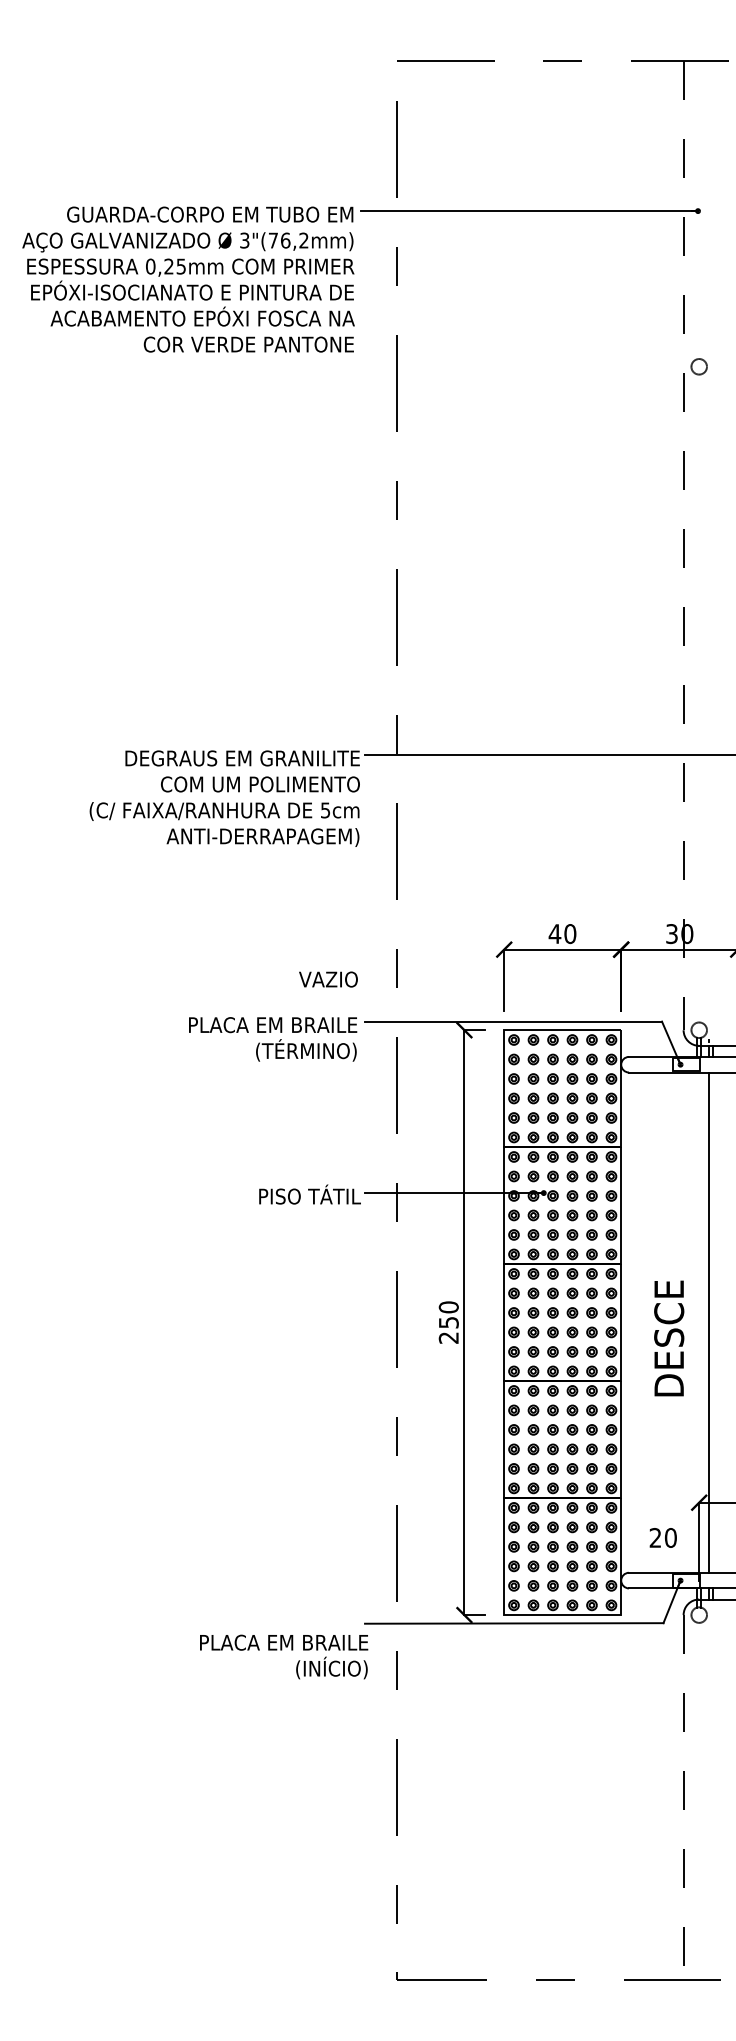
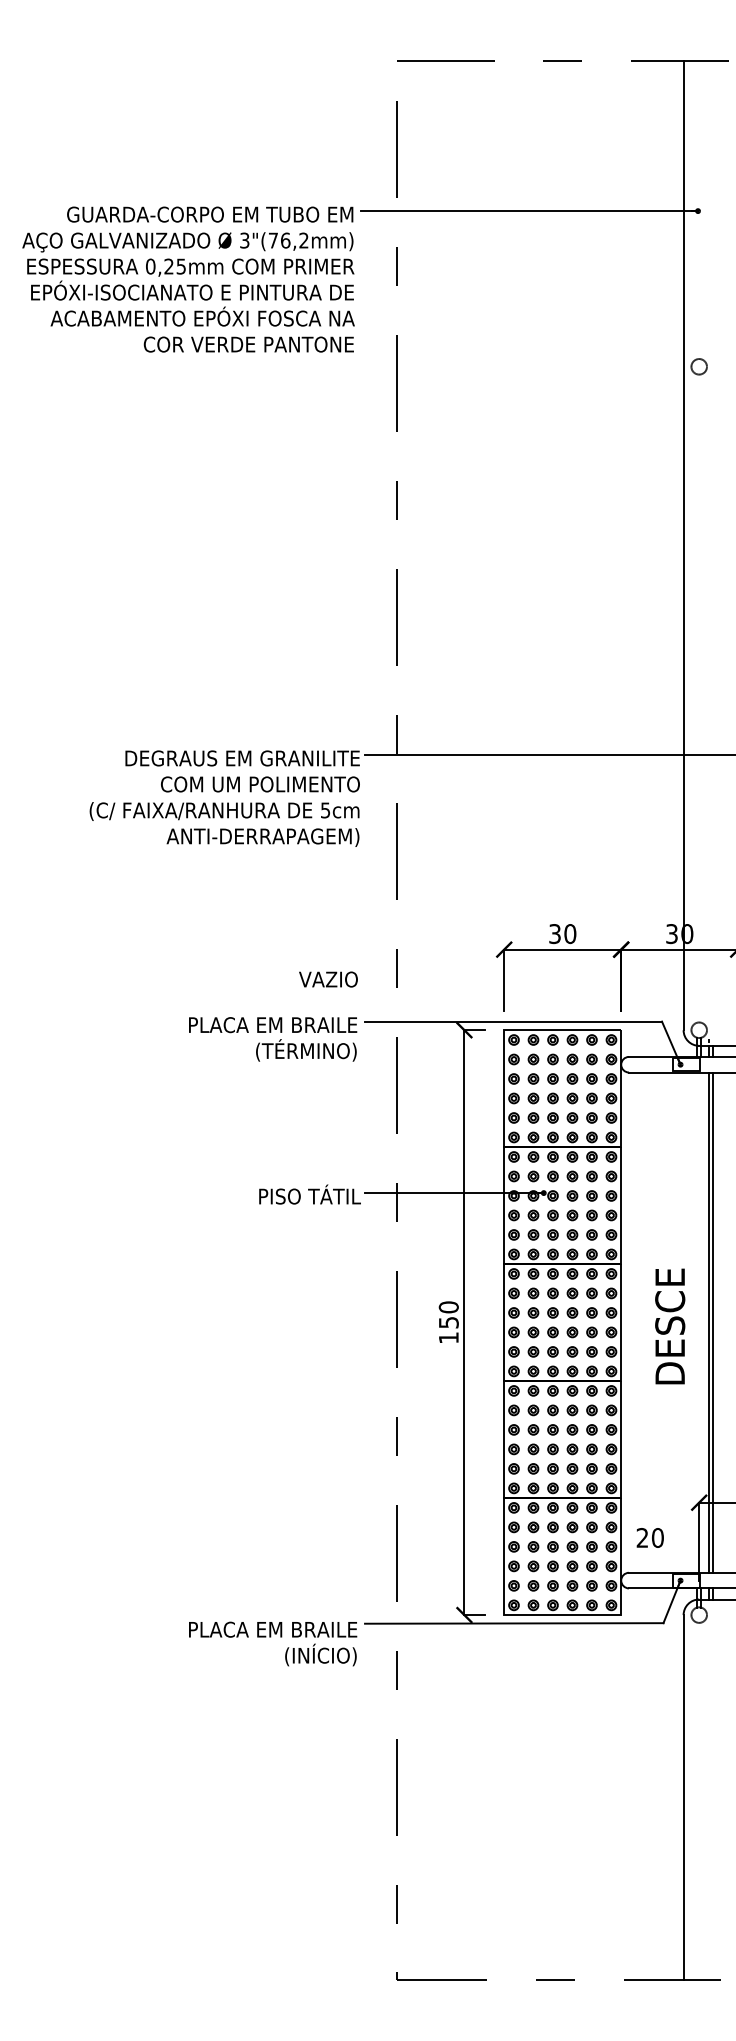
line at (683, 545): dashed -> solid
text at (554, 934): 40 -> 30
line at (712, 1322): none -> present
text at (448, 1337): 250 -> 150
text at (669, 1338) position: (669, 1338) -> (670, 1326)
text at (662, 1537) position: (662, 1537) -> (649, 1537)
text at (284, 1656) position: (284, 1656) -> (273, 1643)
line at (683, 1797): dashed -> solid
